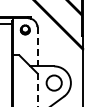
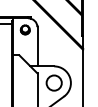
line at (37, 46): dashed -> solid
line at (37, 90): dashed -> solid
